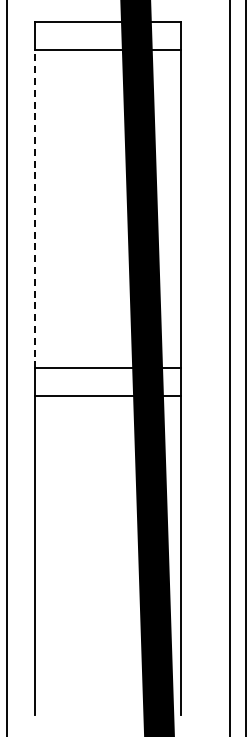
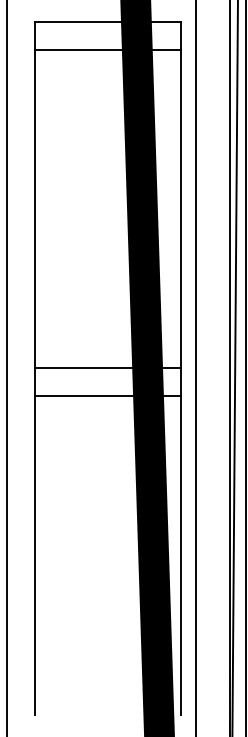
line at (34, 208): dashed -> solid
line at (195, 367): none -> present
line at (234, 367): none -> present
